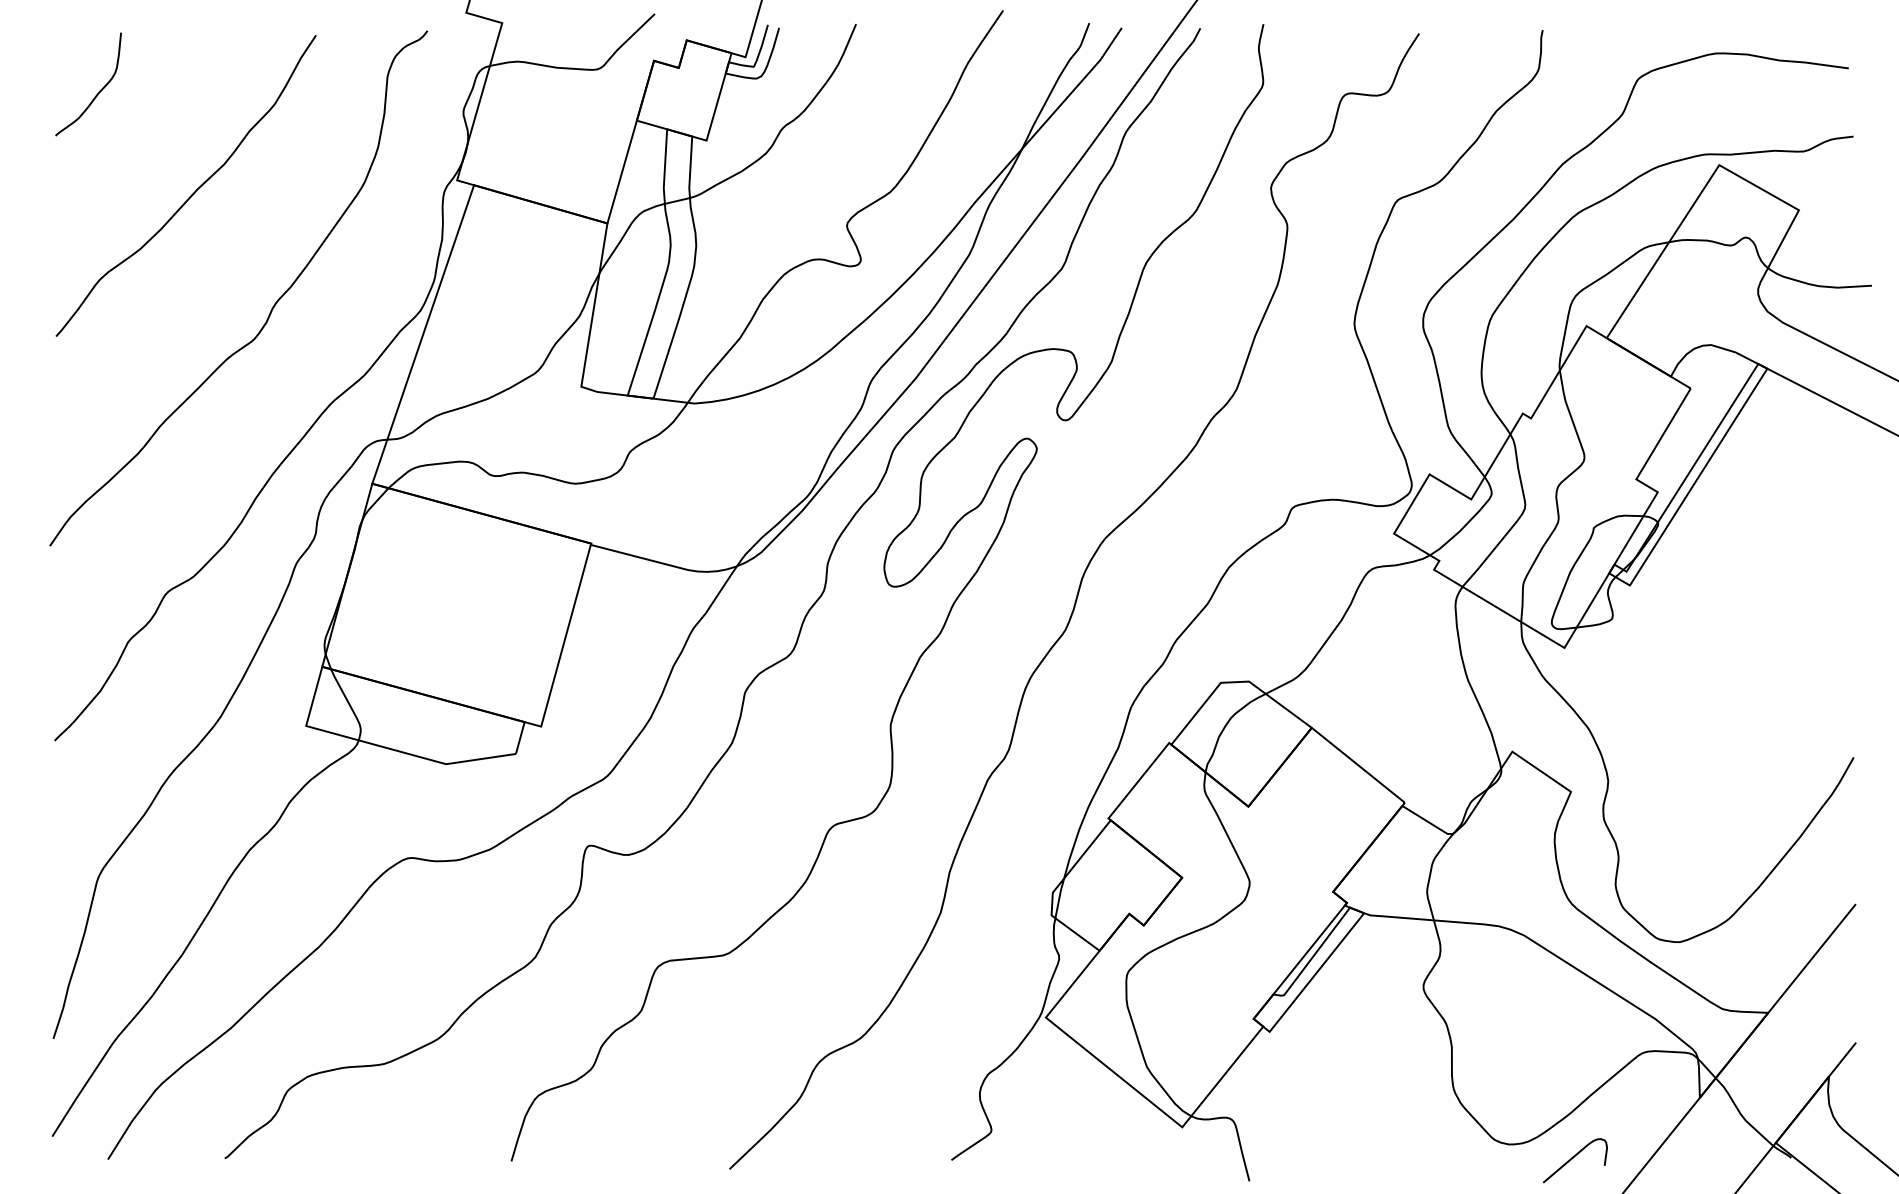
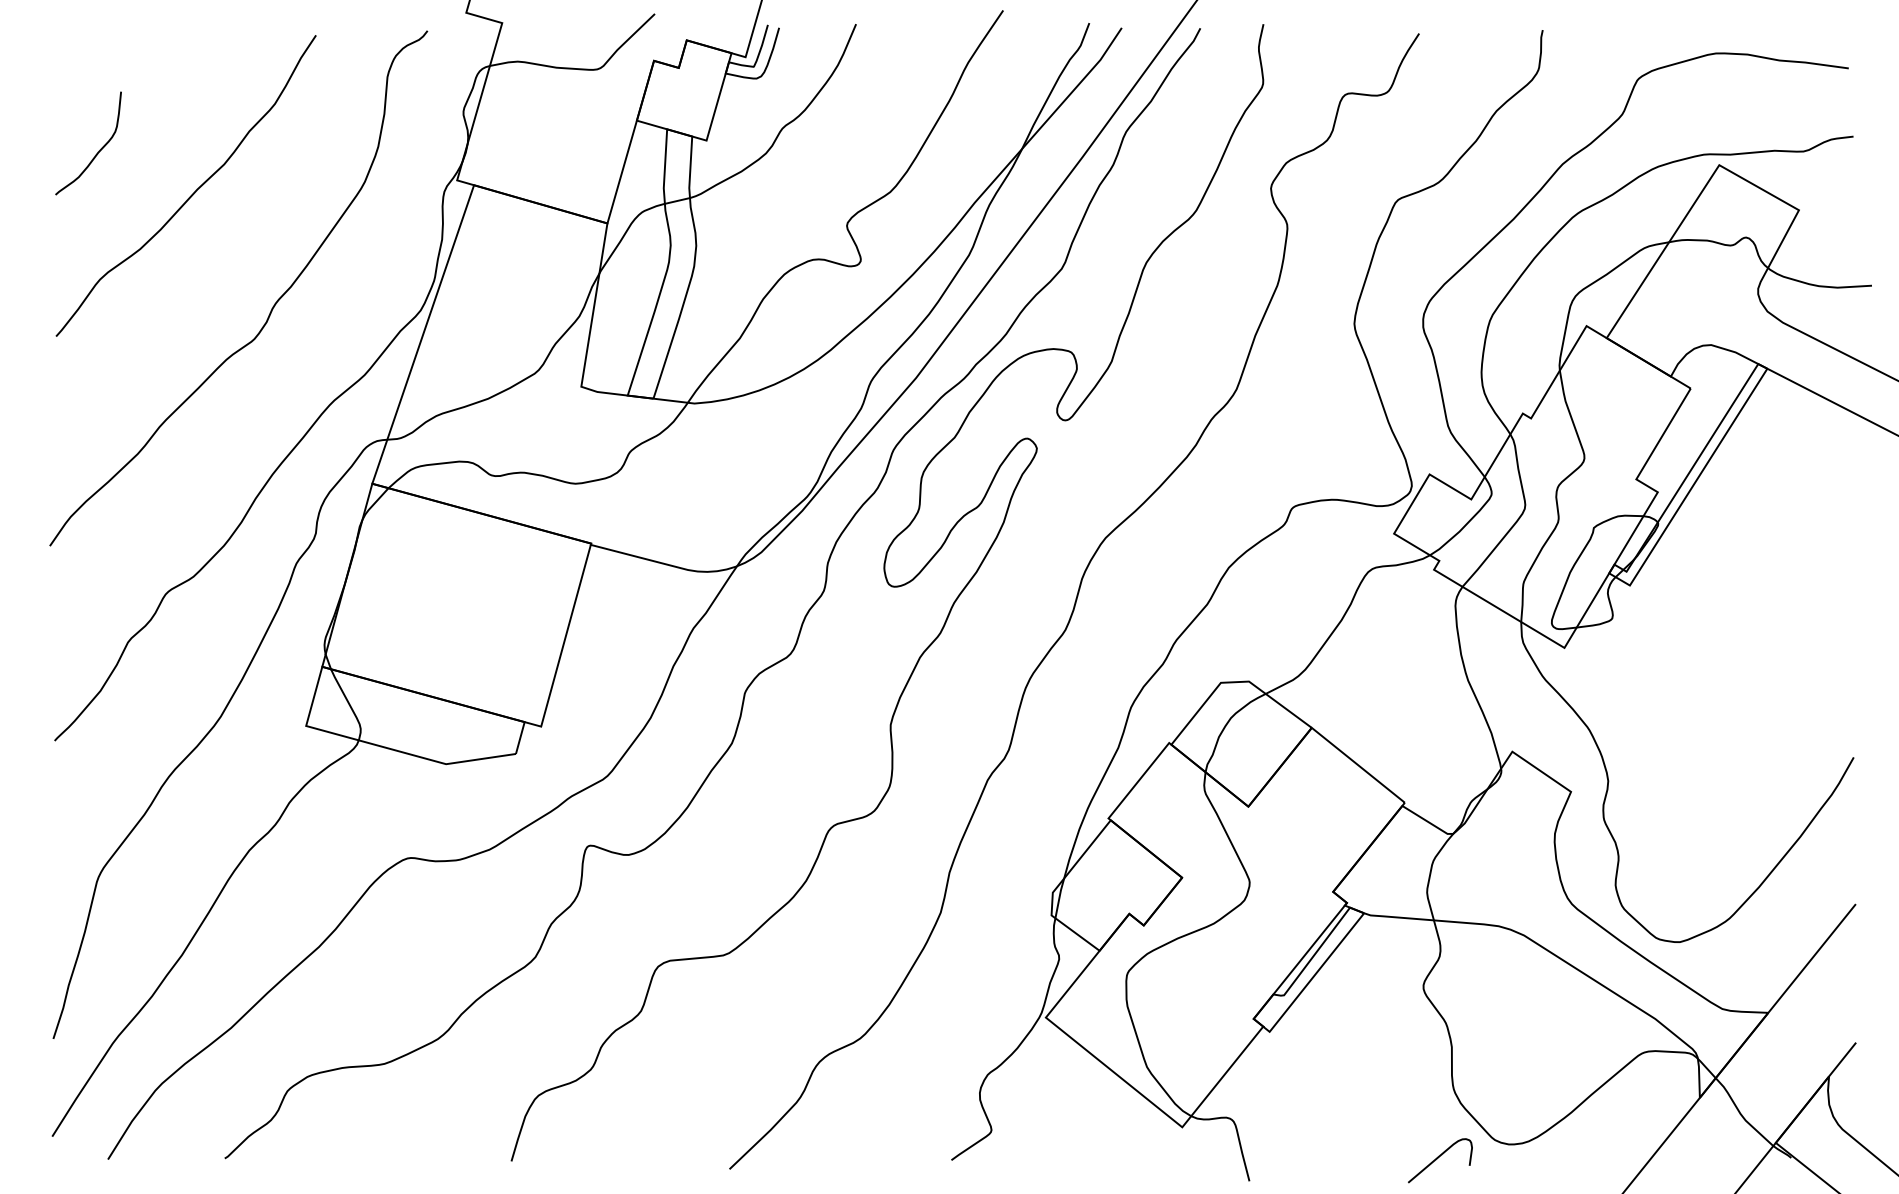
curve at (99, 90) position: (99, 90) -> (99, 149)
curve at (1573, 1158) position: (1573, 1158) -> (1438, 1158)
